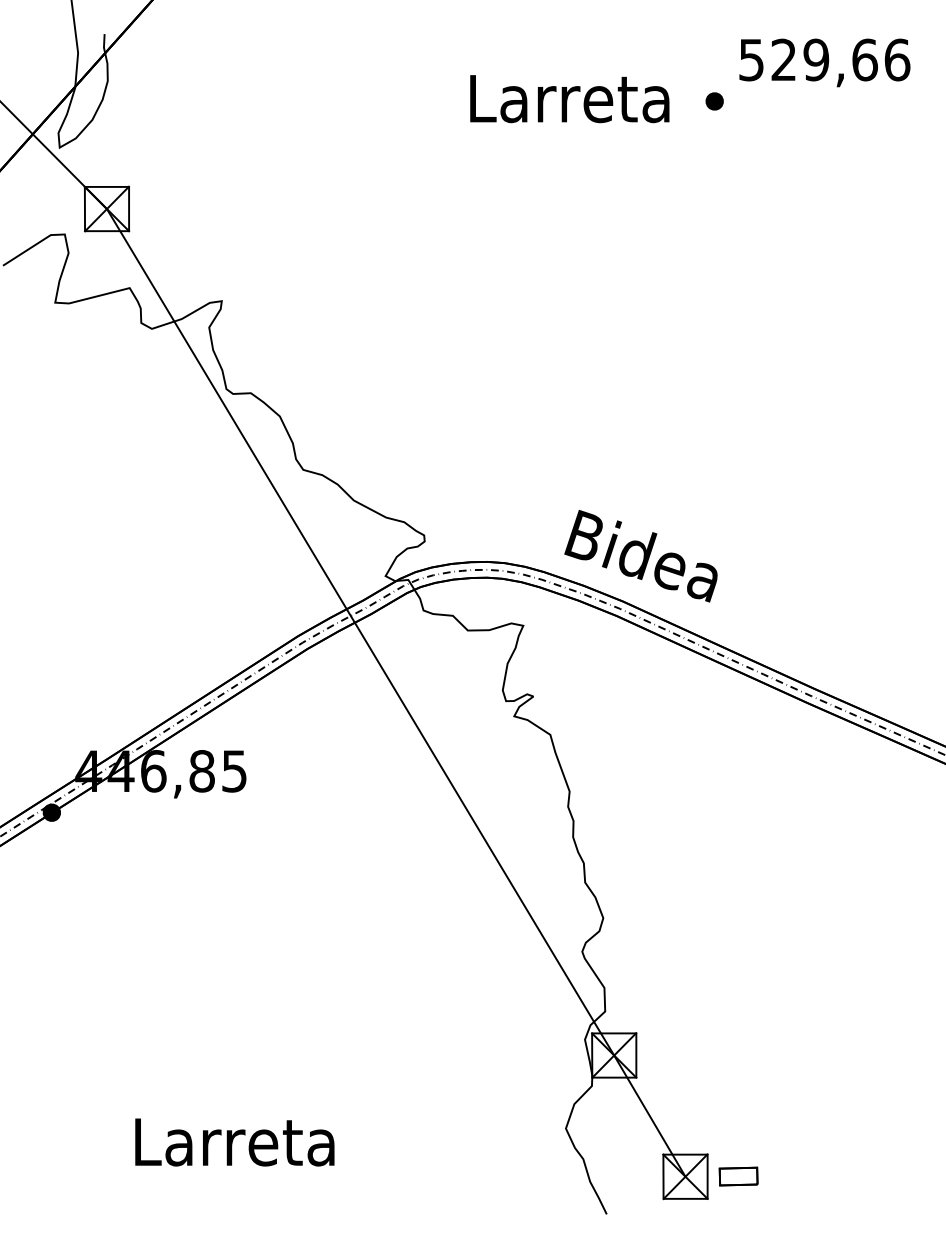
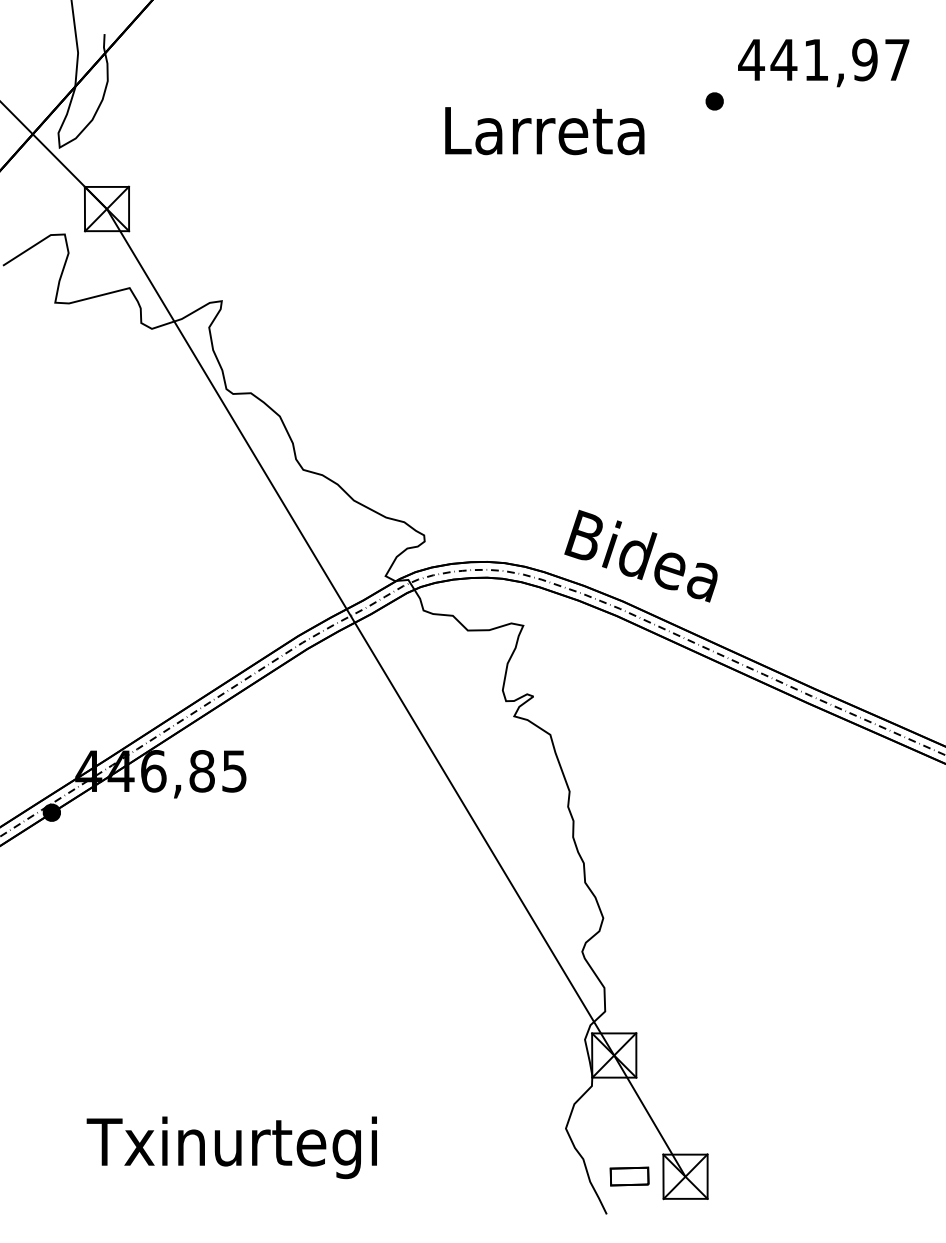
text at (824, 59): 529,66 -> 441,97
text at (569, 99) position: (569, 99) -> (544, 131)
text at (231, 1147): Larreta -> Txinurtegi
part at (738, 1176) position: (738, 1176) -> (629, 1176)
